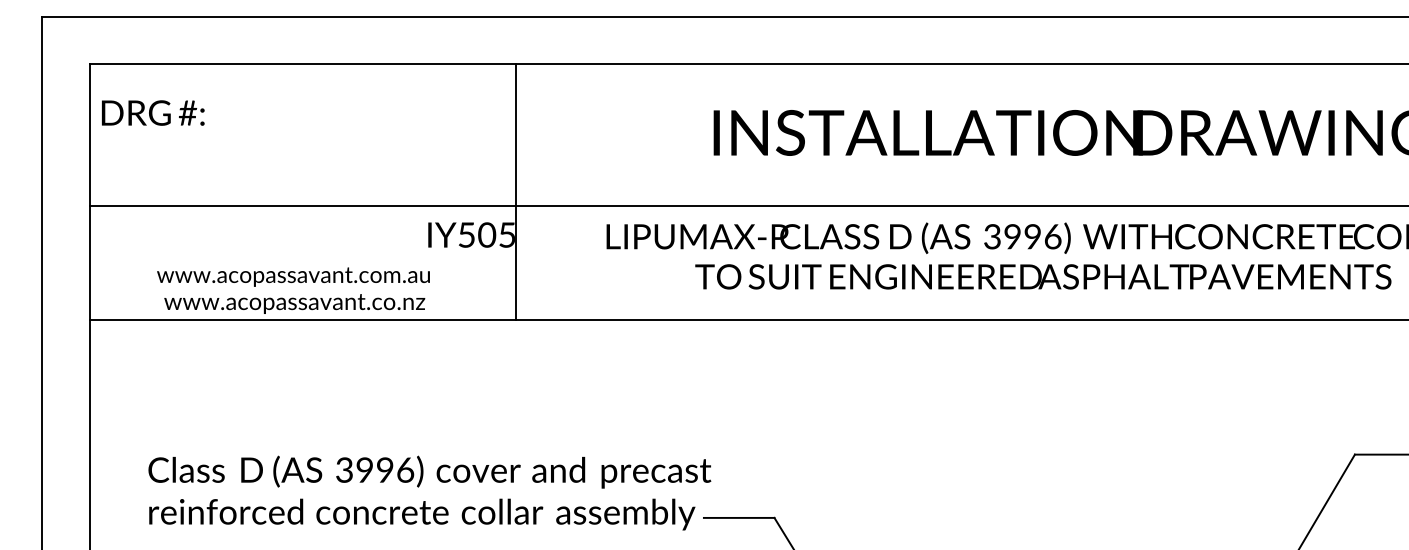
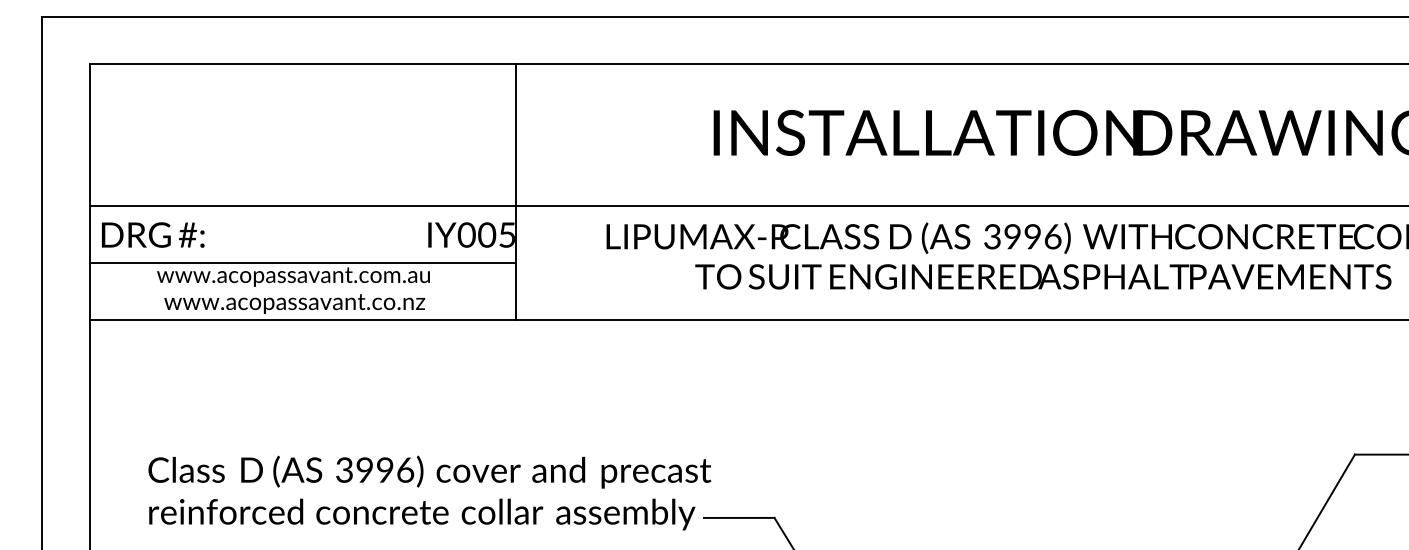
text at (153, 112) position: (153, 112) -> (153, 234)
text at (466, 234): IY505 -> IY005
line at (302, 263): none -> present
